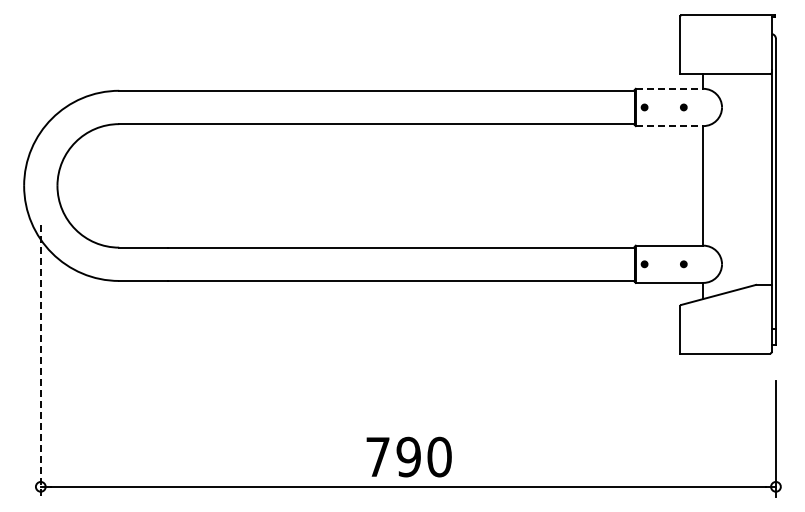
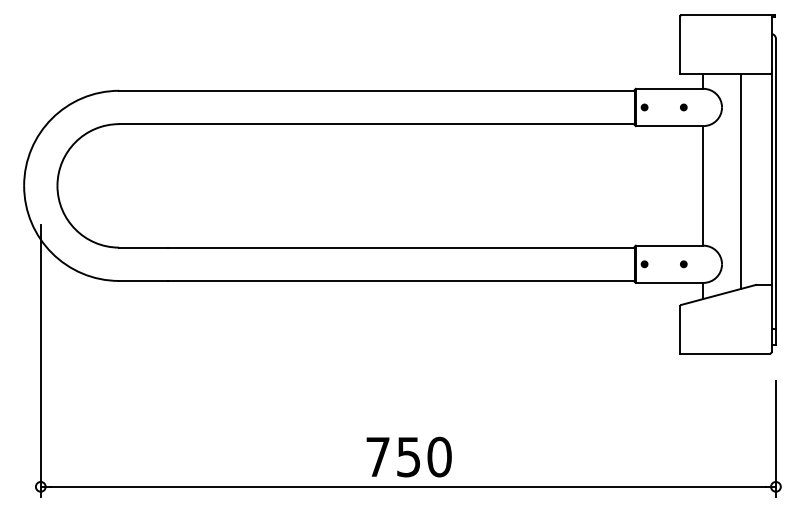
line at (669, 88): dashed -> solid
line at (669, 126): dashed -> solid
line at (740, 181): none -> present
line at (40, 360): dashed -> solid
text at (408, 456): 790 -> 750
